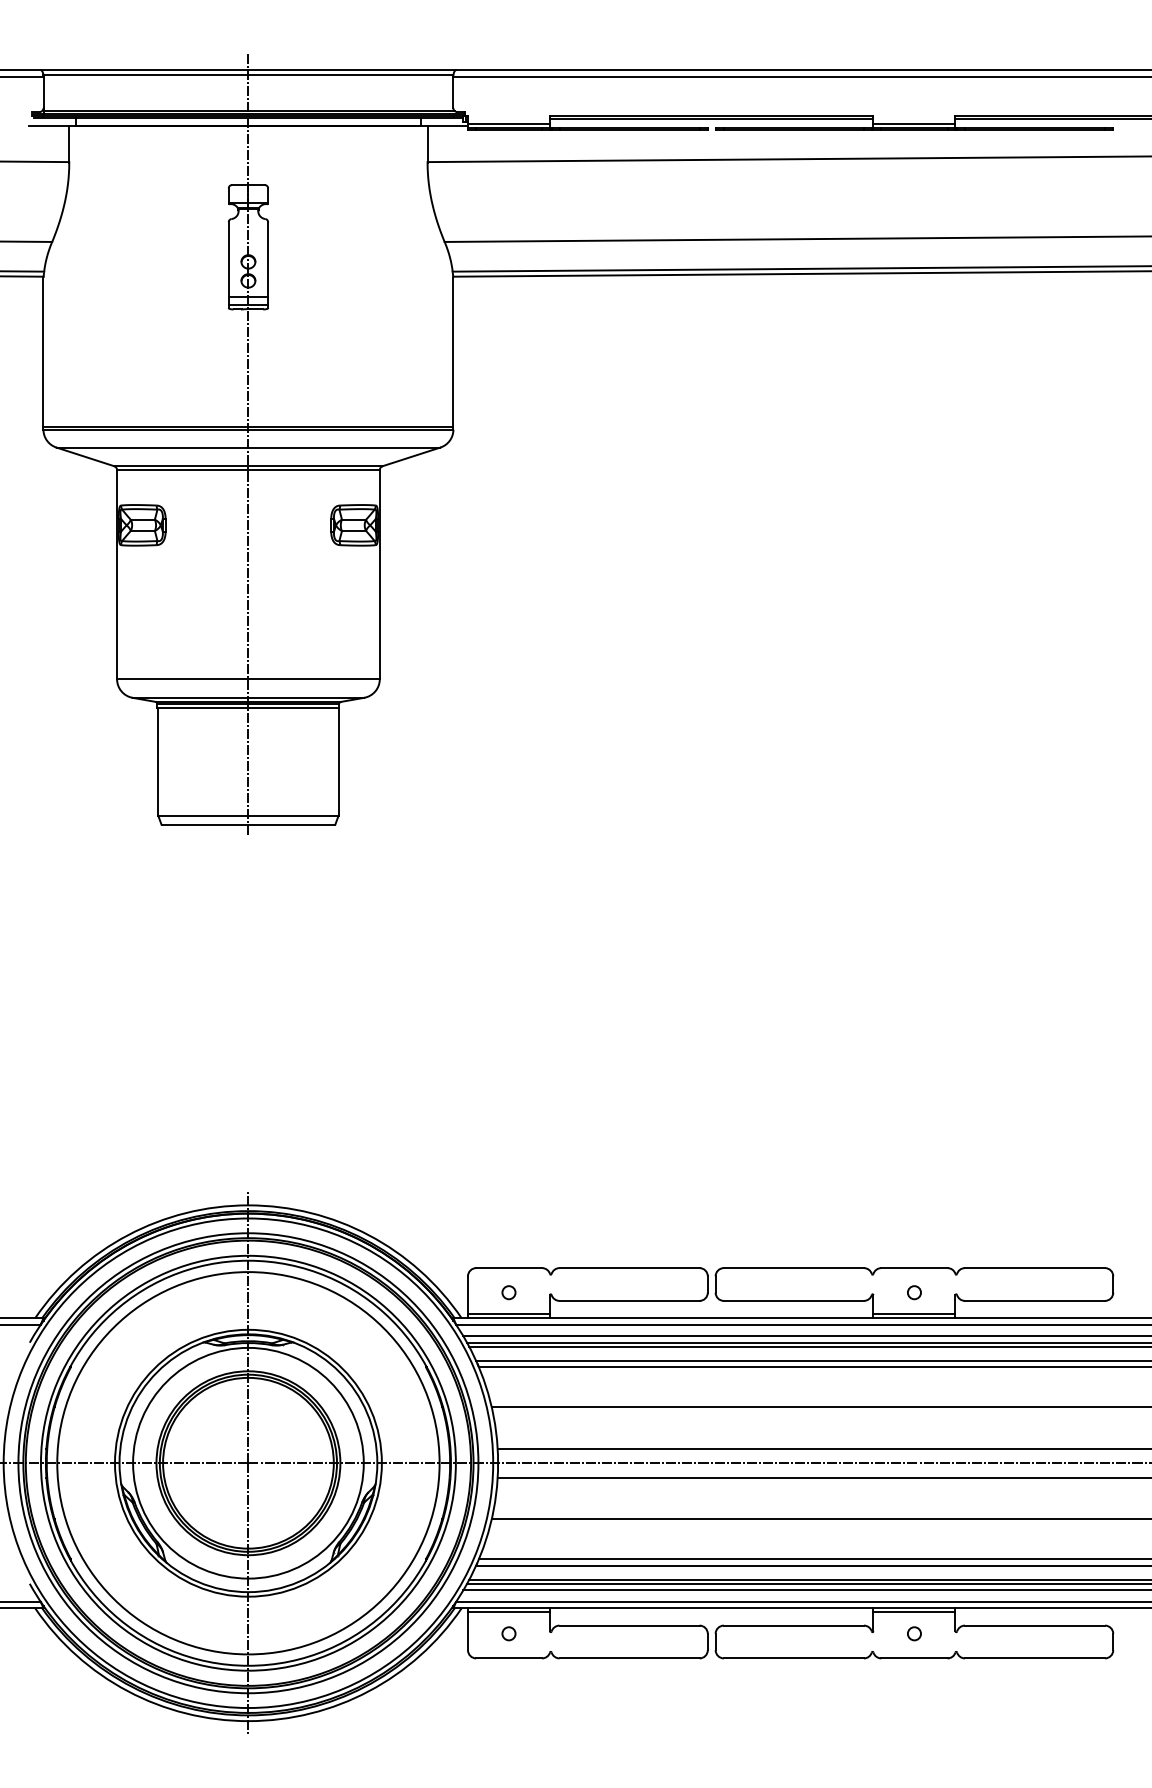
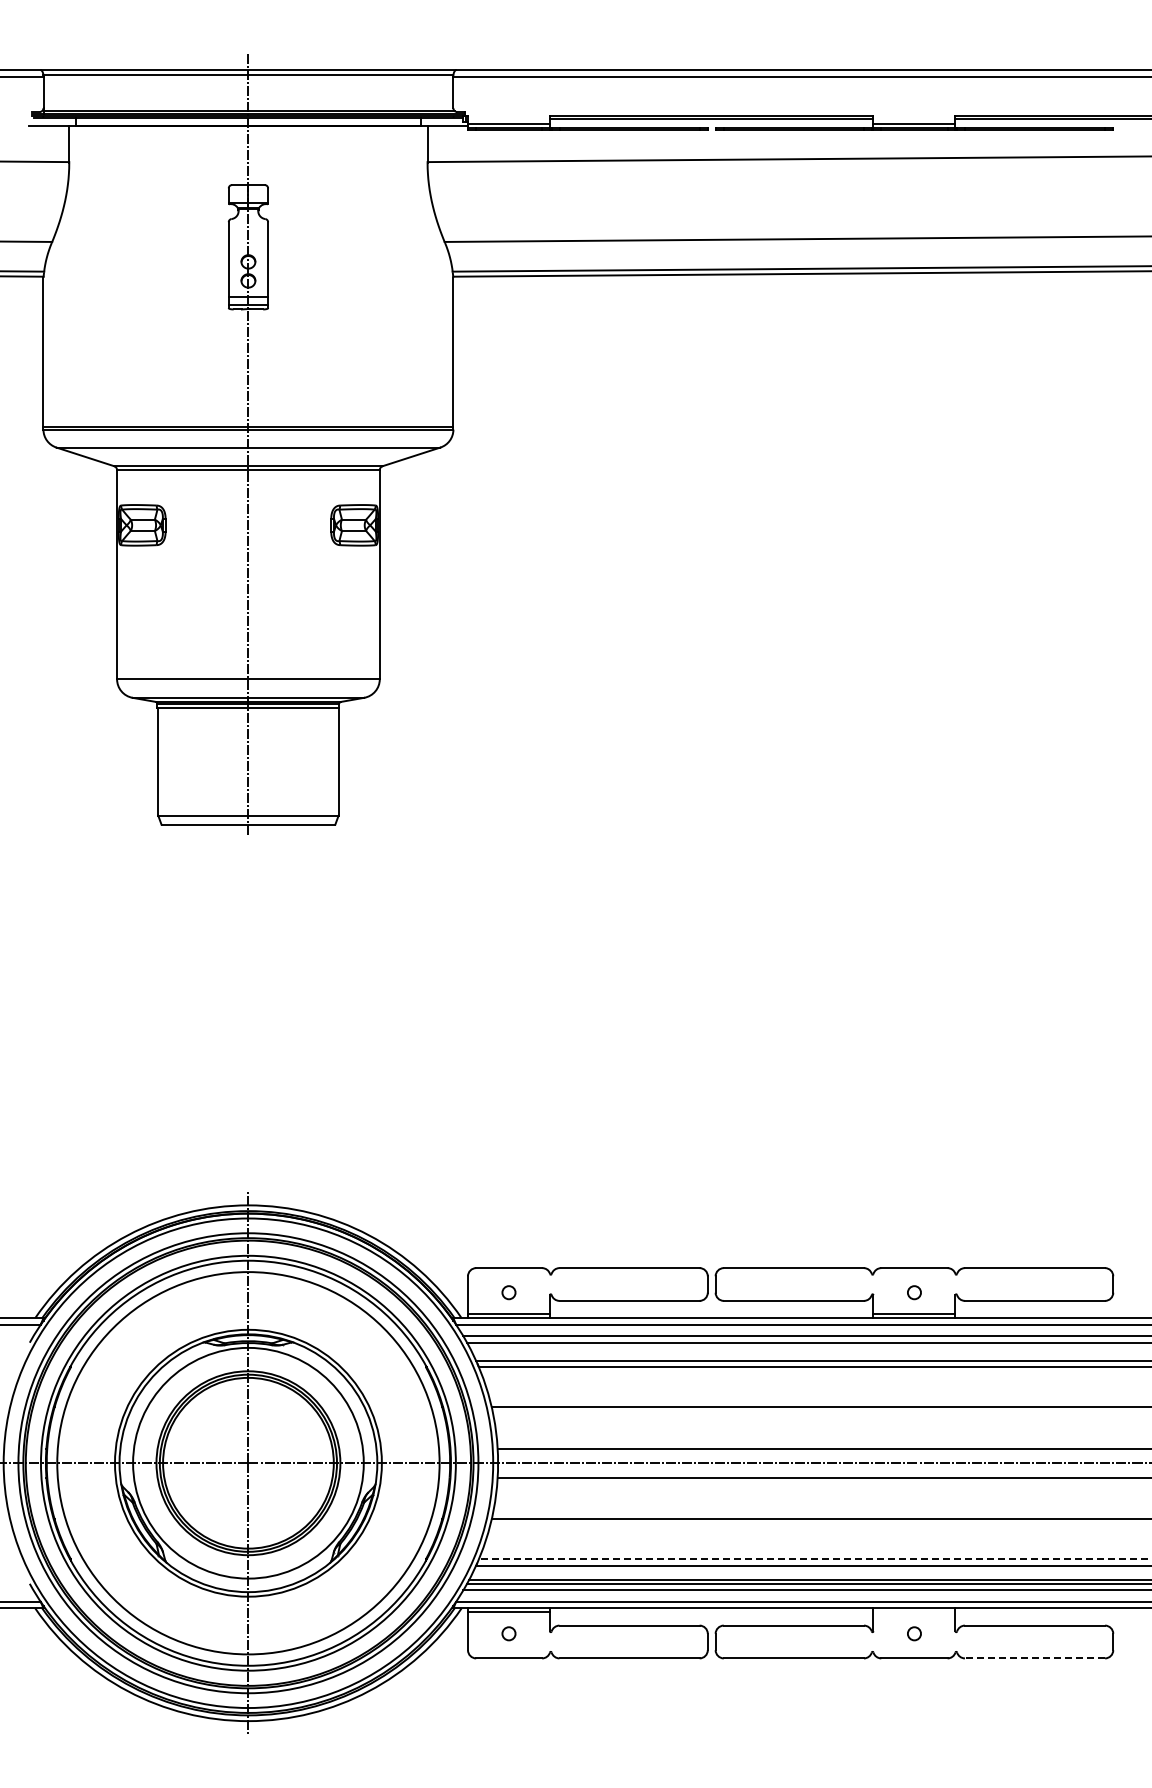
line at (808, 1346): present -> none
line at (814, 1559): solid -> dashed
line at (914, 1612): present -> none
line at (1034, 1658): solid -> dashed
